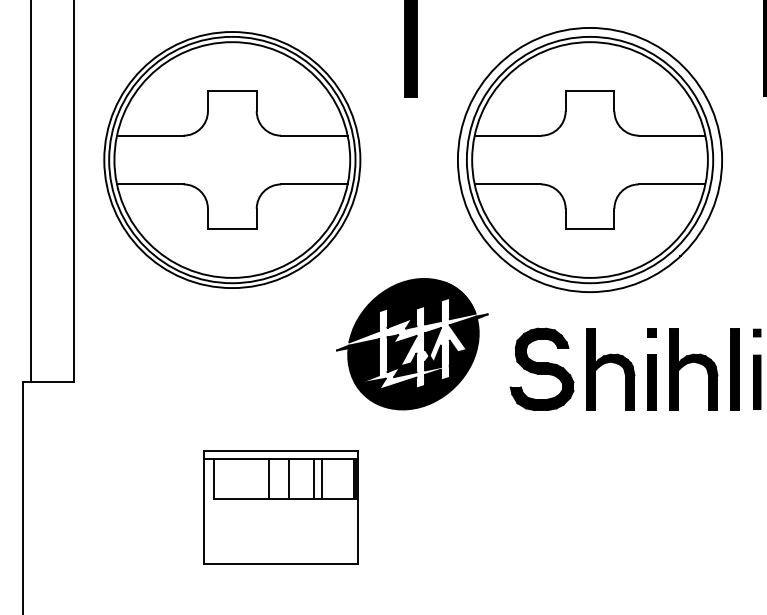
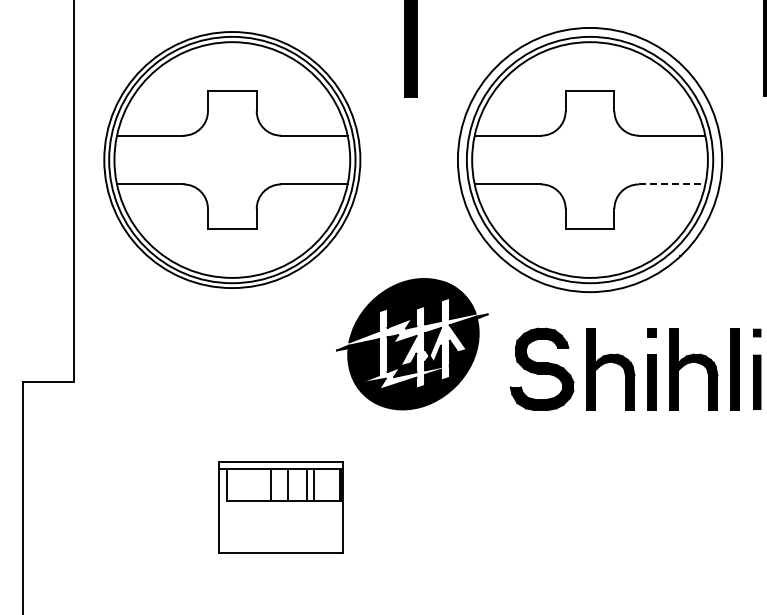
line at (672, 184): solid -> dashed
line at (31, 191): present -> none
part at (280, 507) size: 156x115 px -> 126x93 px
